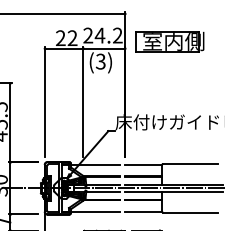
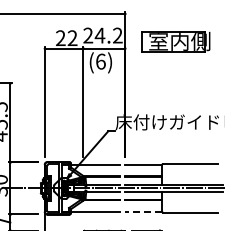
part at (169, 41) position: (169, 41) -> (175, 41)
text at (100, 61): (3) -> (6)
line at (142, 211): solid -> dashed
